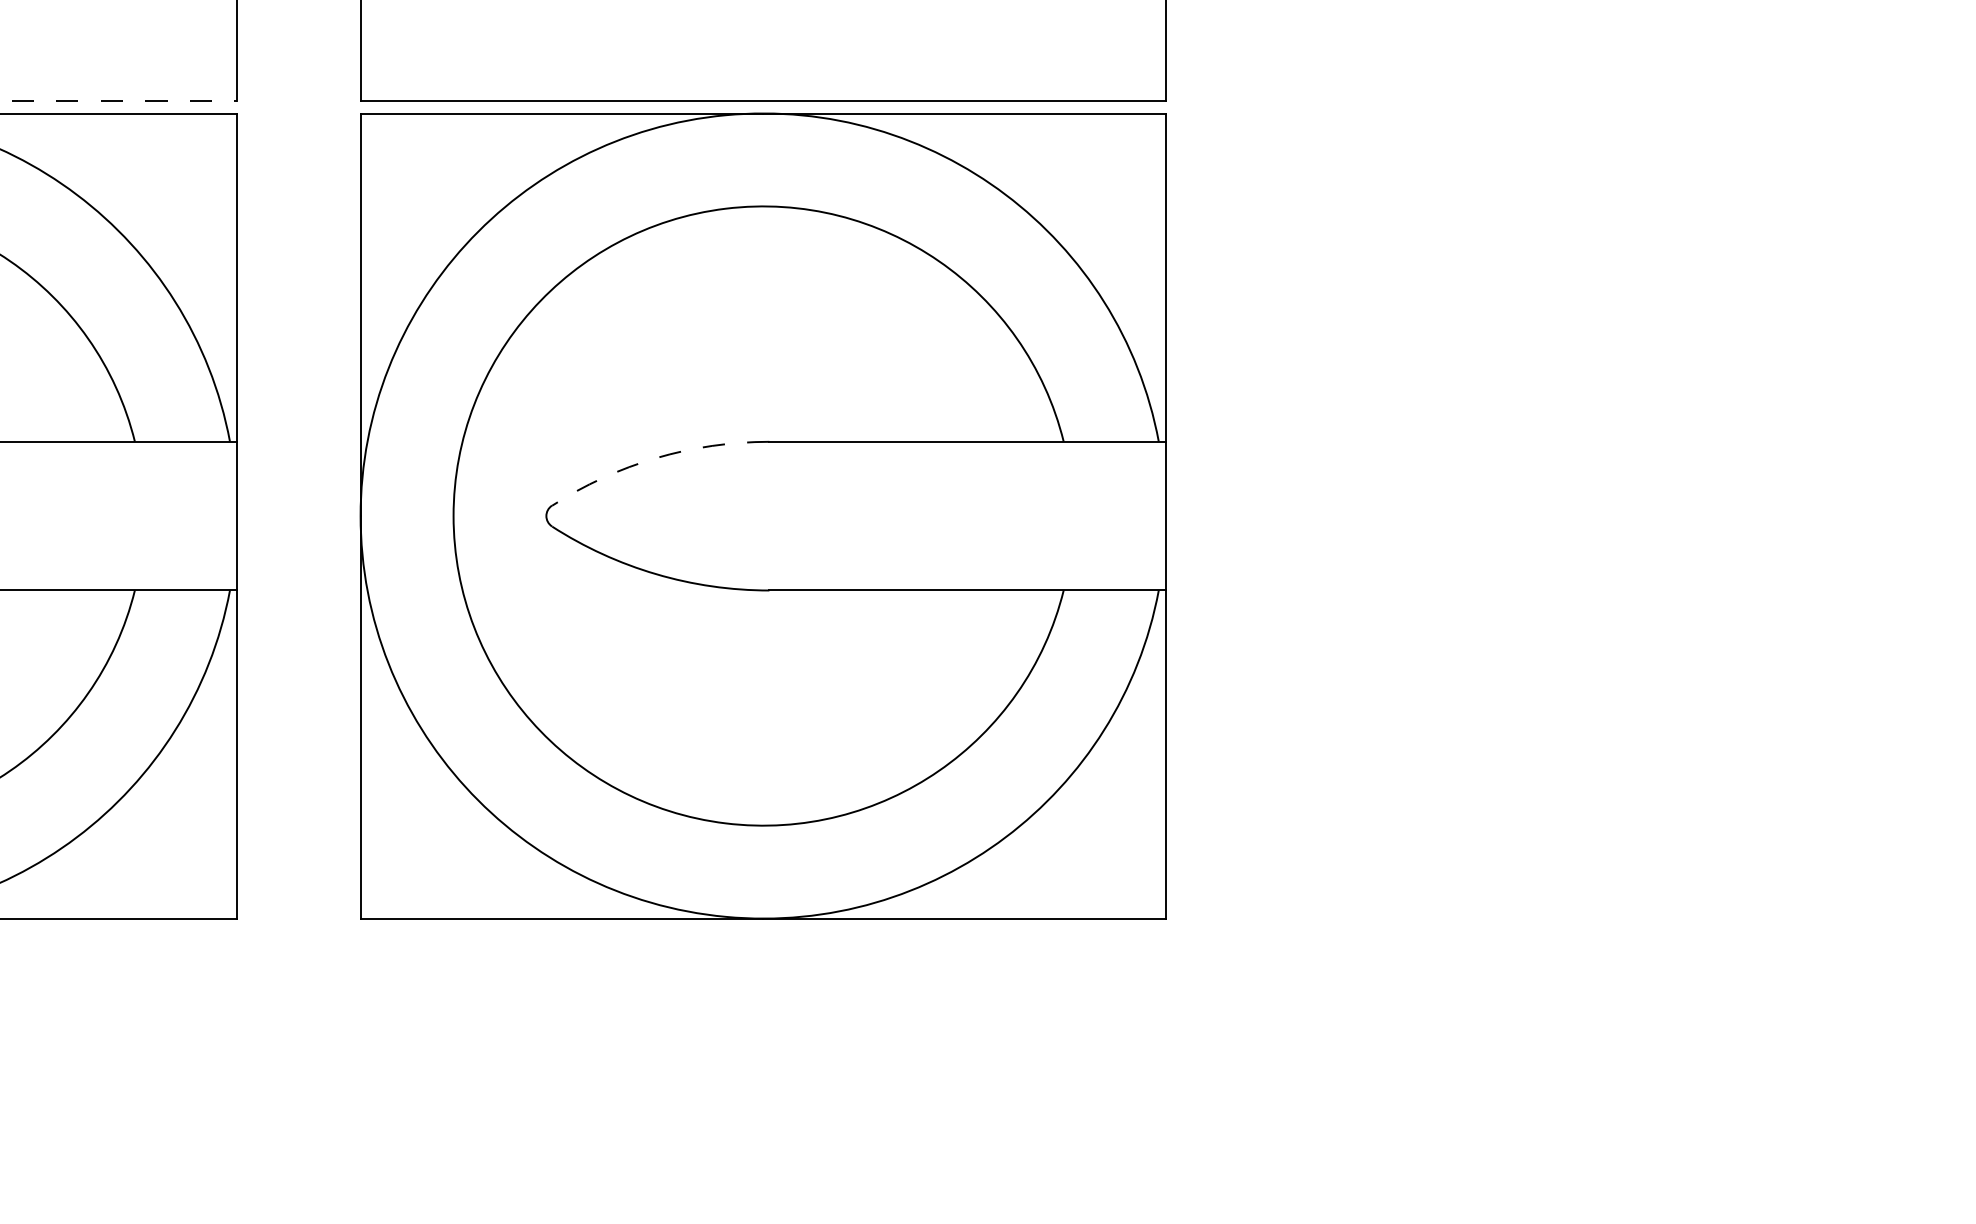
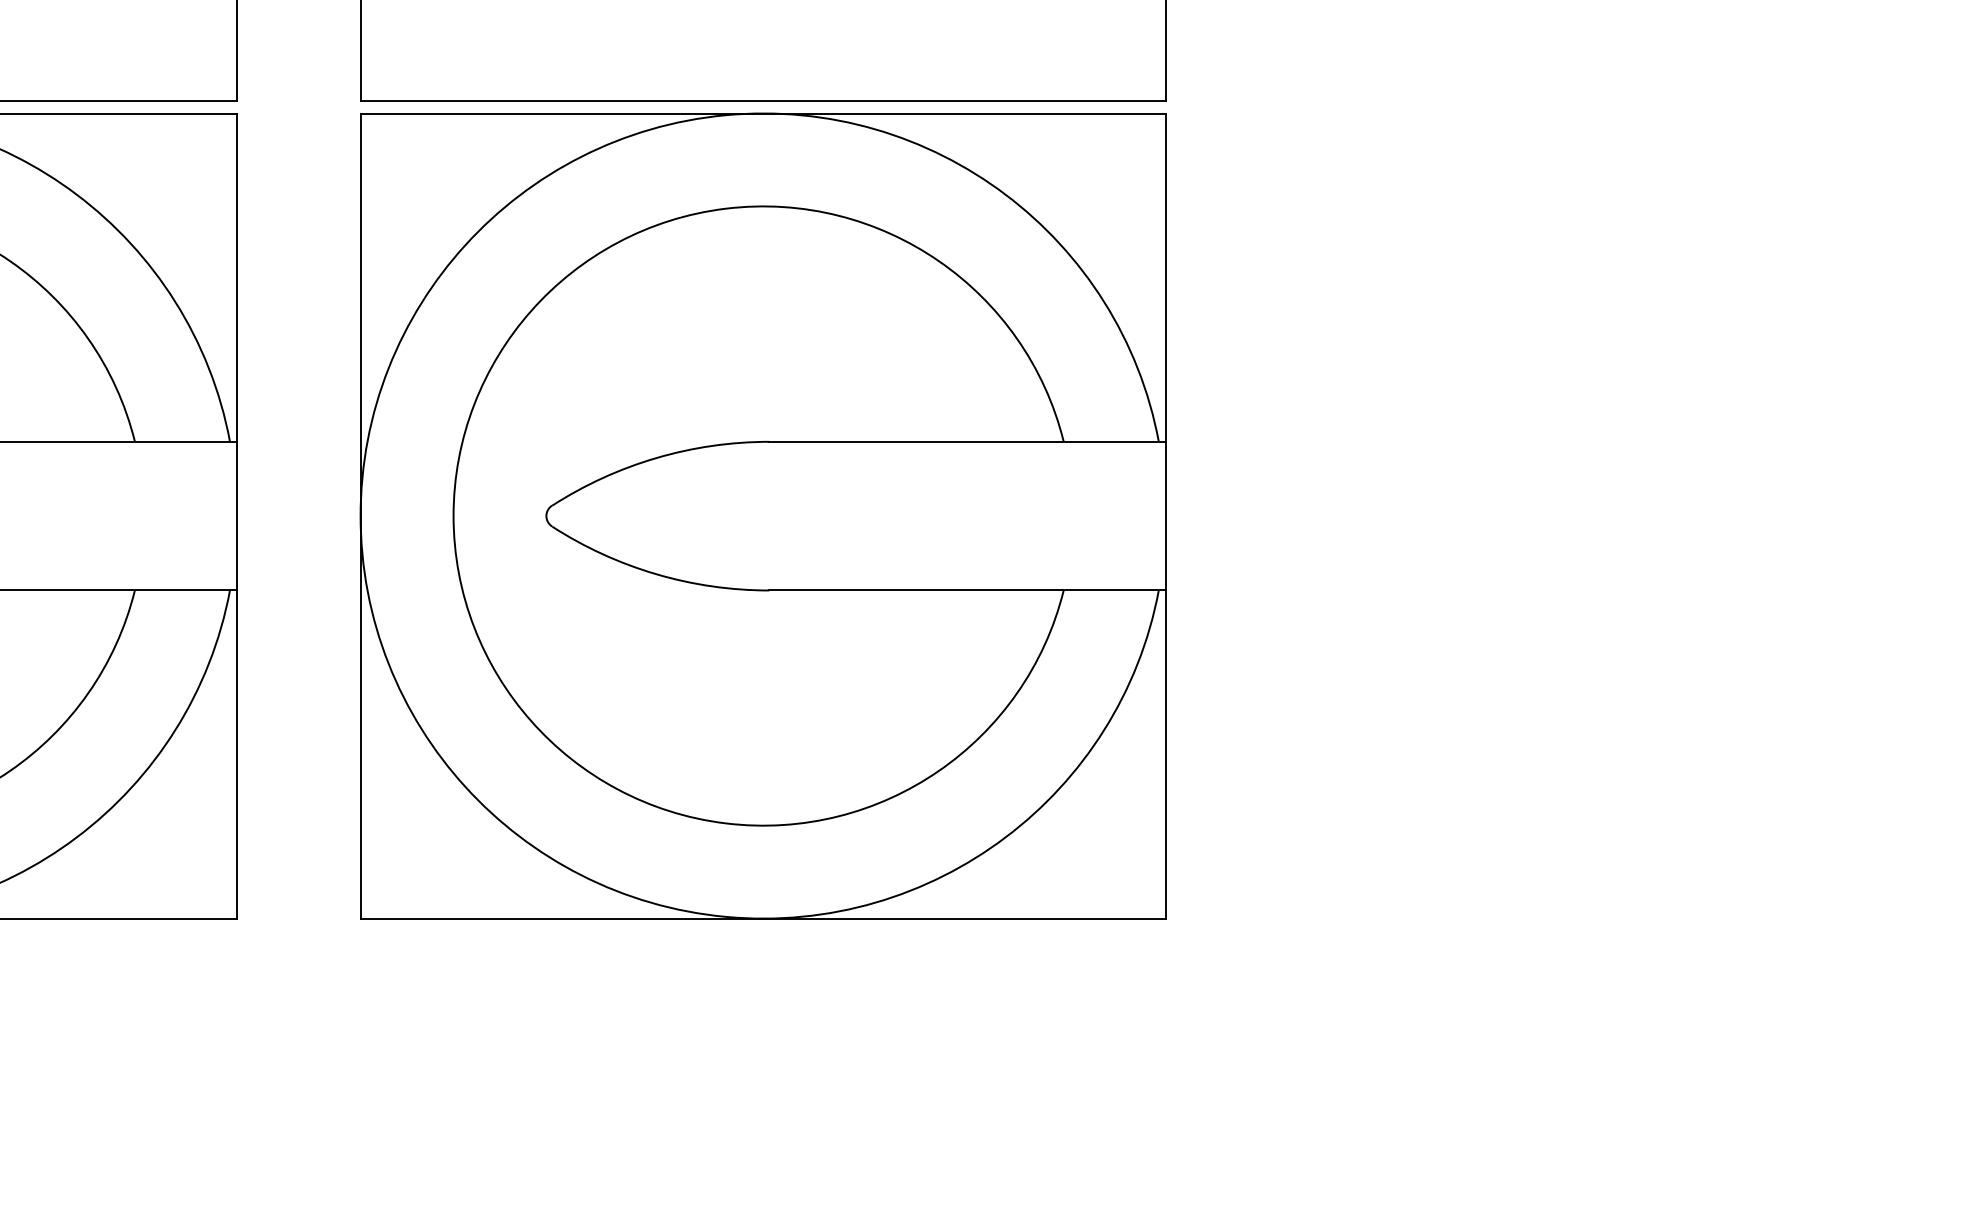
line at (118, 101): dashed -> solid
arc at (656, 458): dashed -> solid
